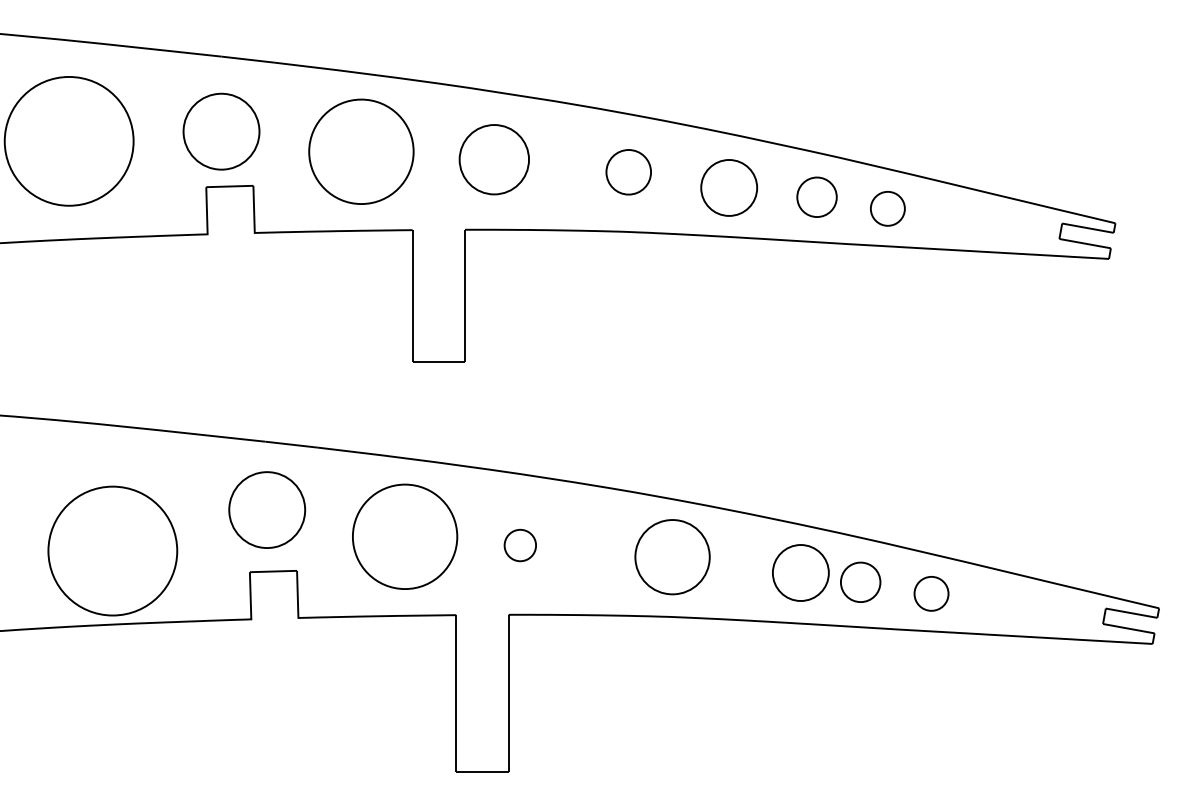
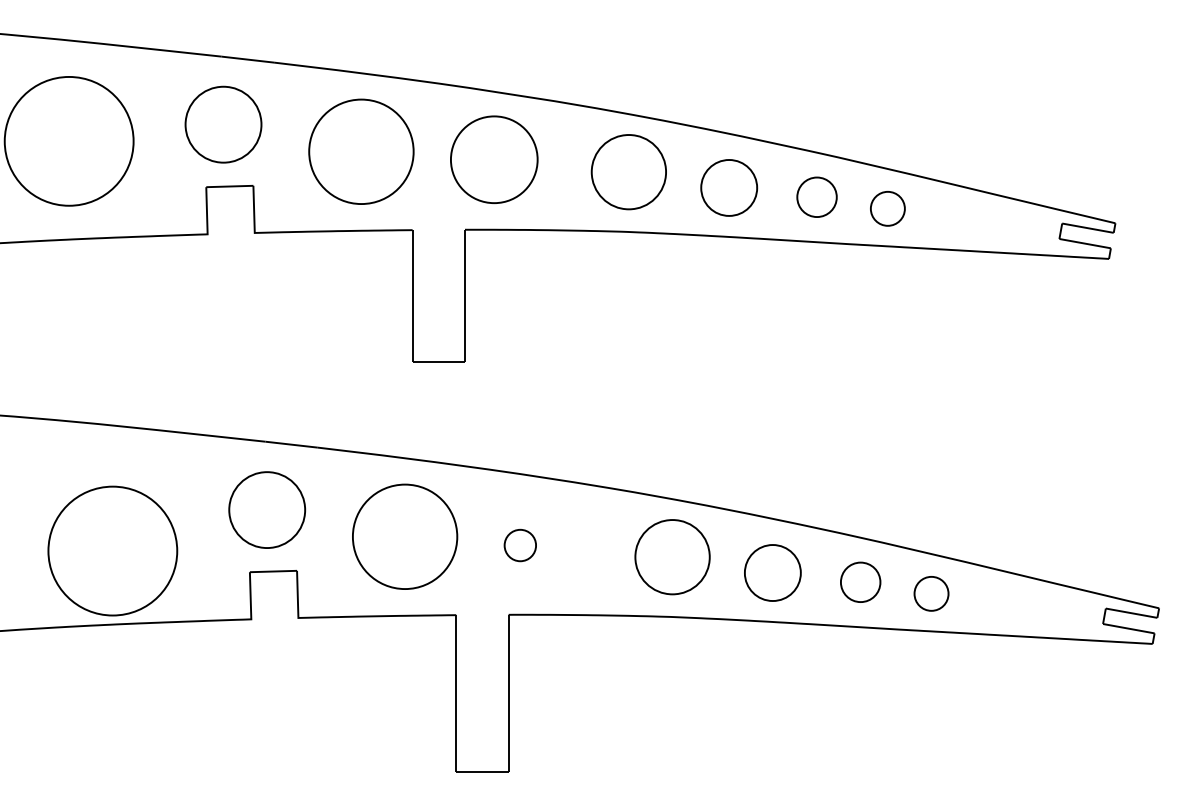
part at (221, 131) position: (221, 131) -> (223, 124)
part at (493, 159) size: 72x72 px -> 89x89 px
part at (628, 172) size: 47x47 px -> 77x77 px
part at (800, 572) position: (800, 572) -> (772, 572)
